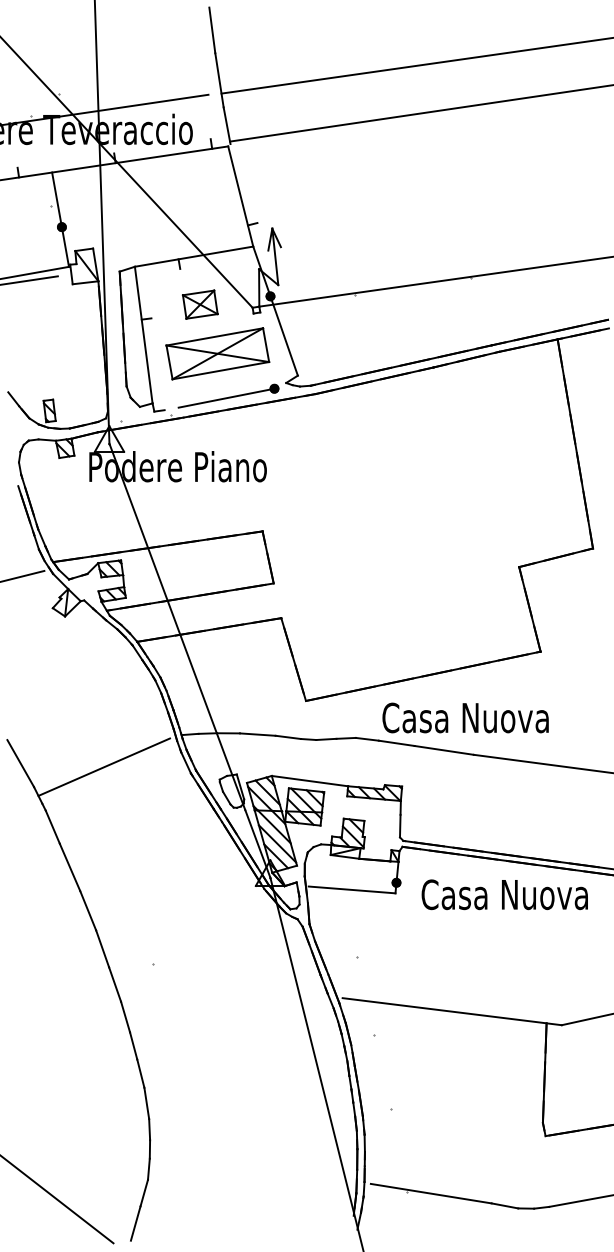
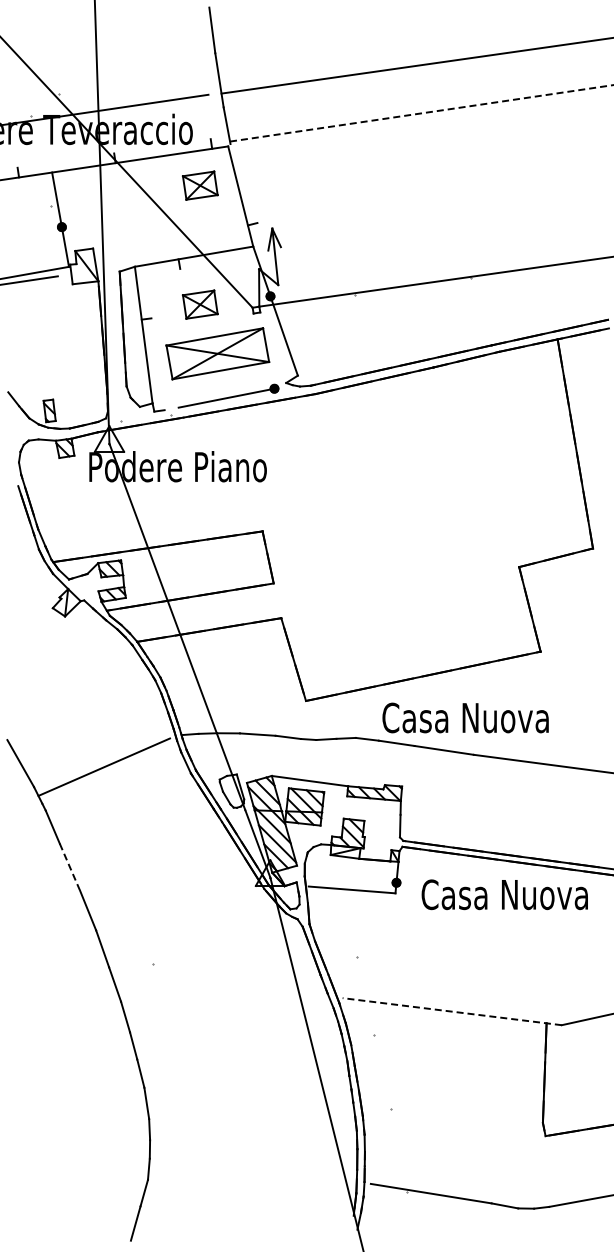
line at (421, 113): solid -> dashed
part at (199, 185): none -> present
line at (23, 575): present -> none
line at (70, 867): solid -> dashed
line at (451, 1011): solid -> dashed
line at (57, 1199): present -> none
